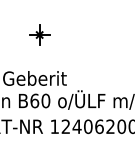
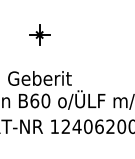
text at (34, 78) position: (34, 78) -> (39, 78)
